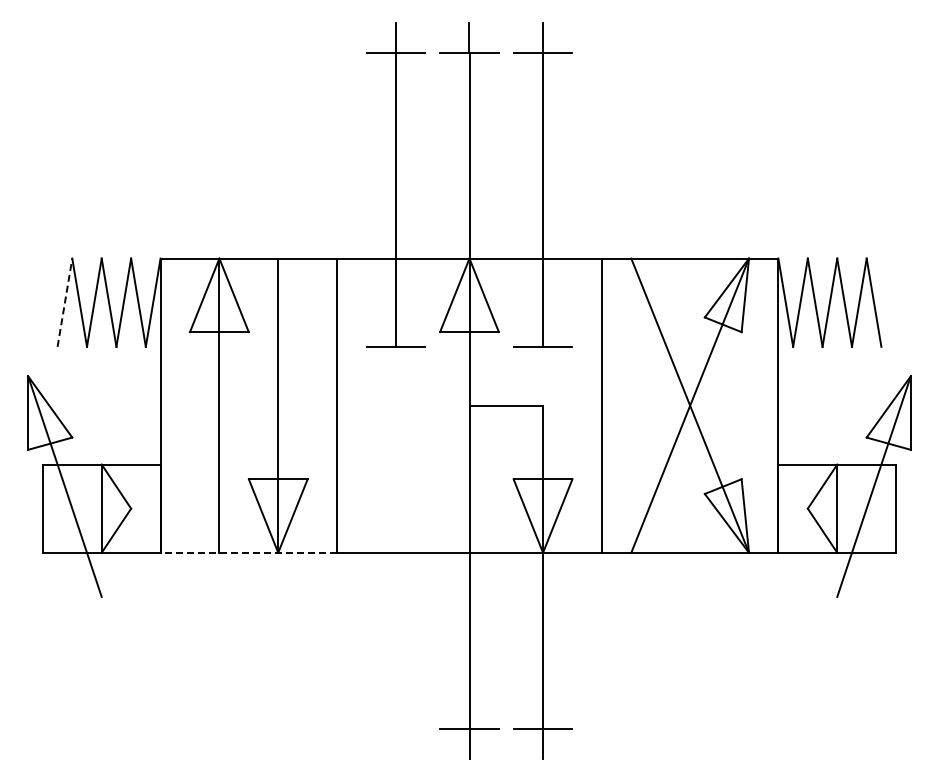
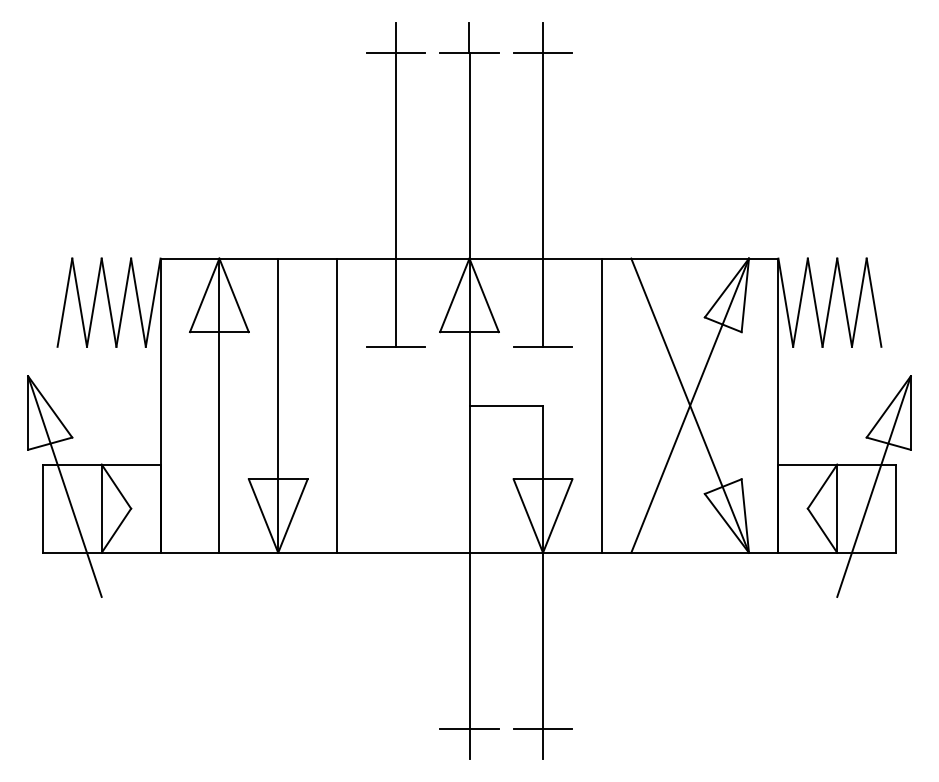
line at (64, 302): dashed -> solid
line at (248, 552): dashed -> solid
